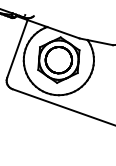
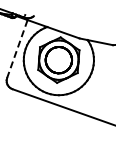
line at (17, 49): solid -> dashed
